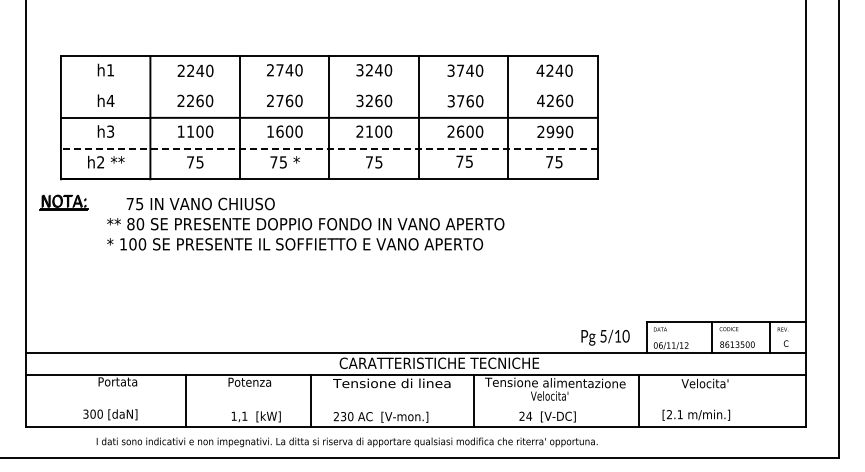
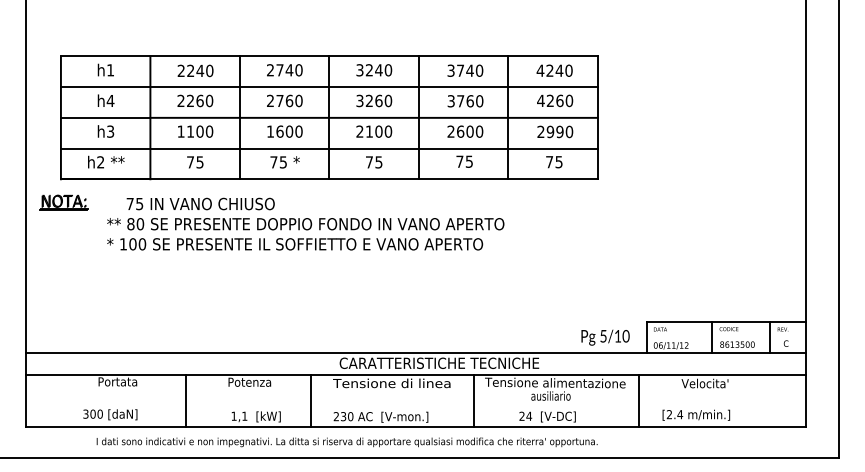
line at (328, 87): none -> present
line at (328, 148): dashed -> solid
text at (550, 395): Velocita' -> ausiliario
text at (680, 414): [2.1 -> [2.4
